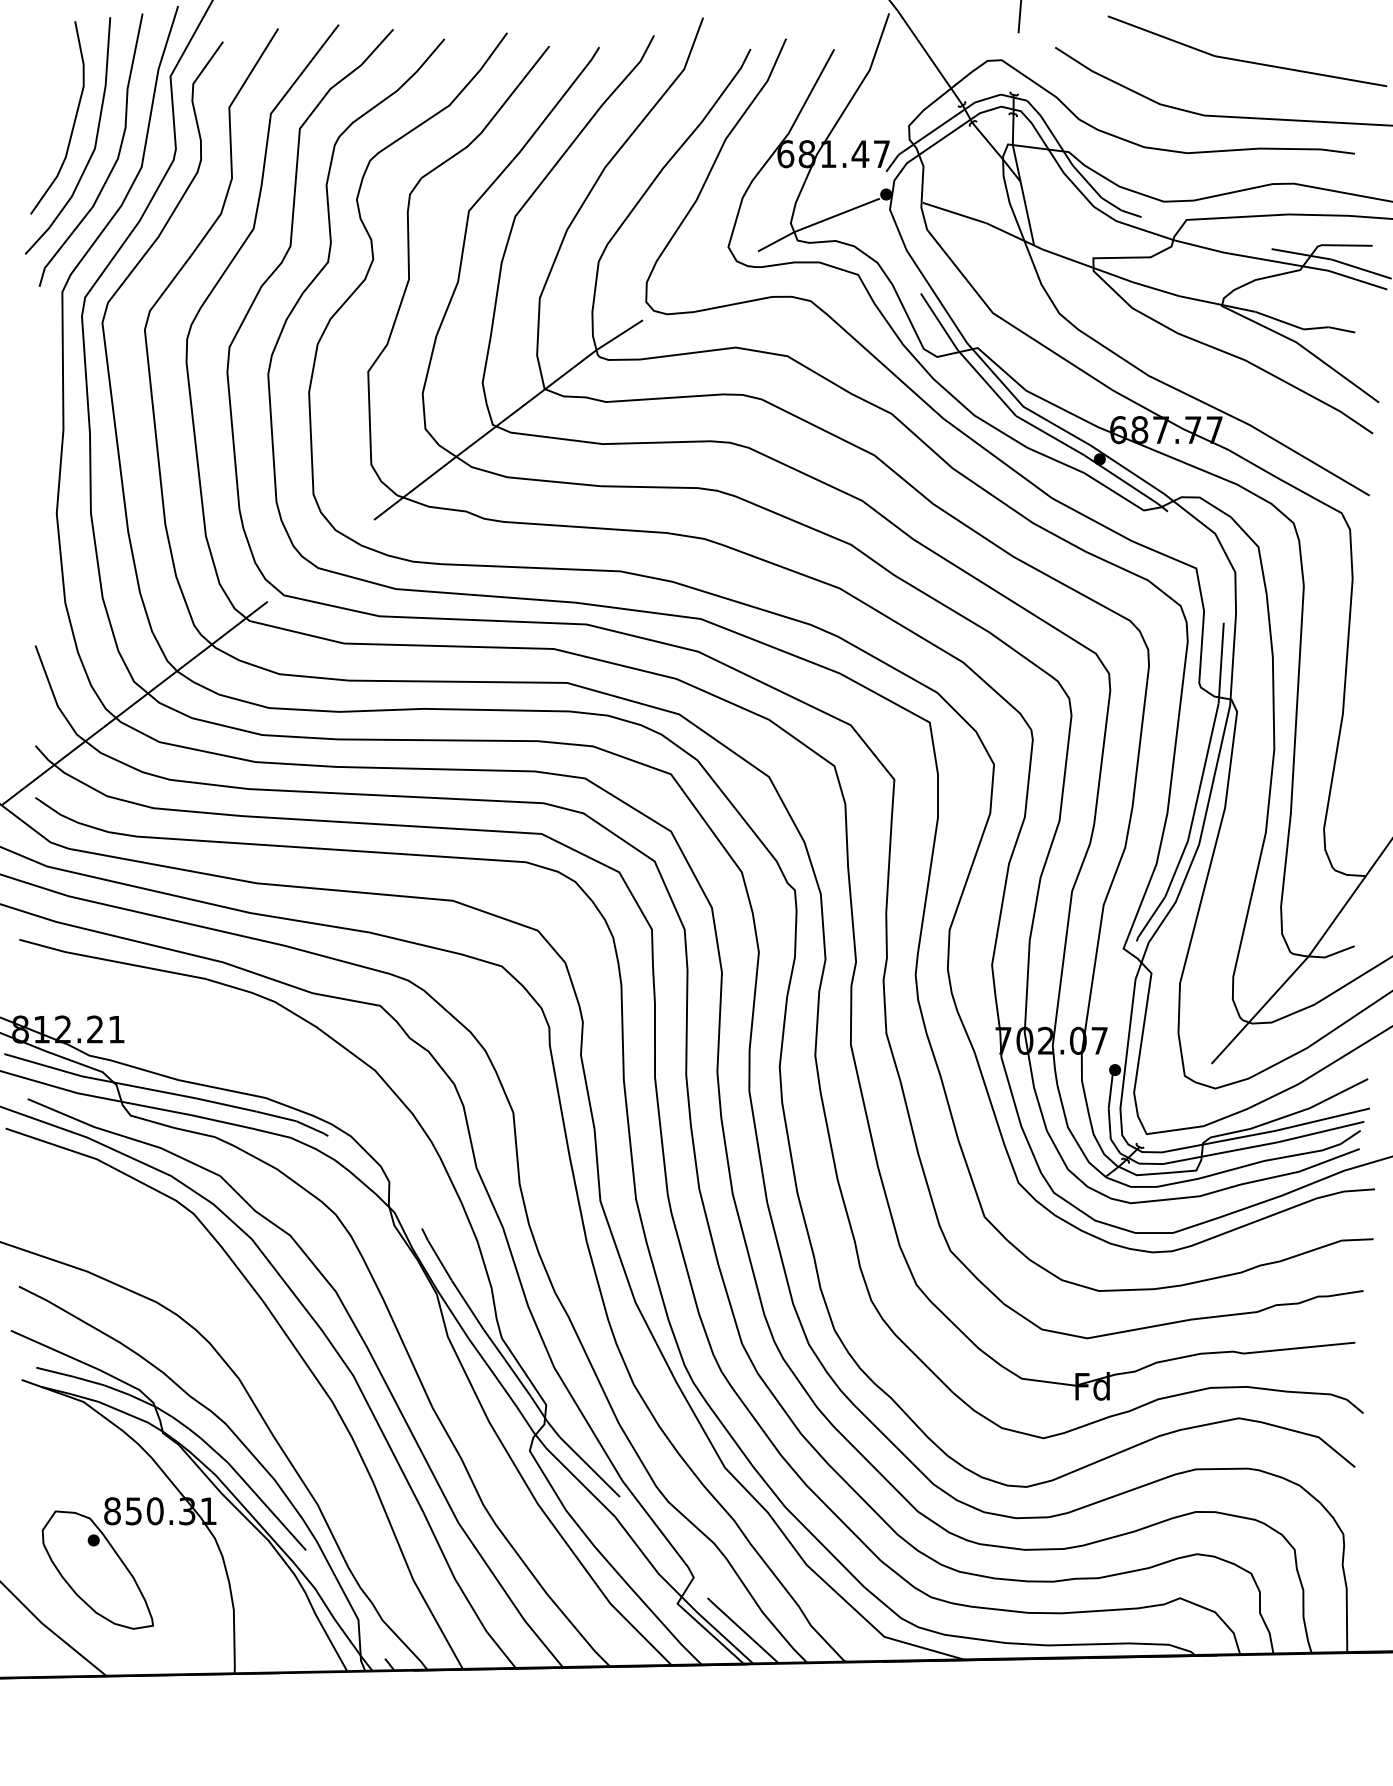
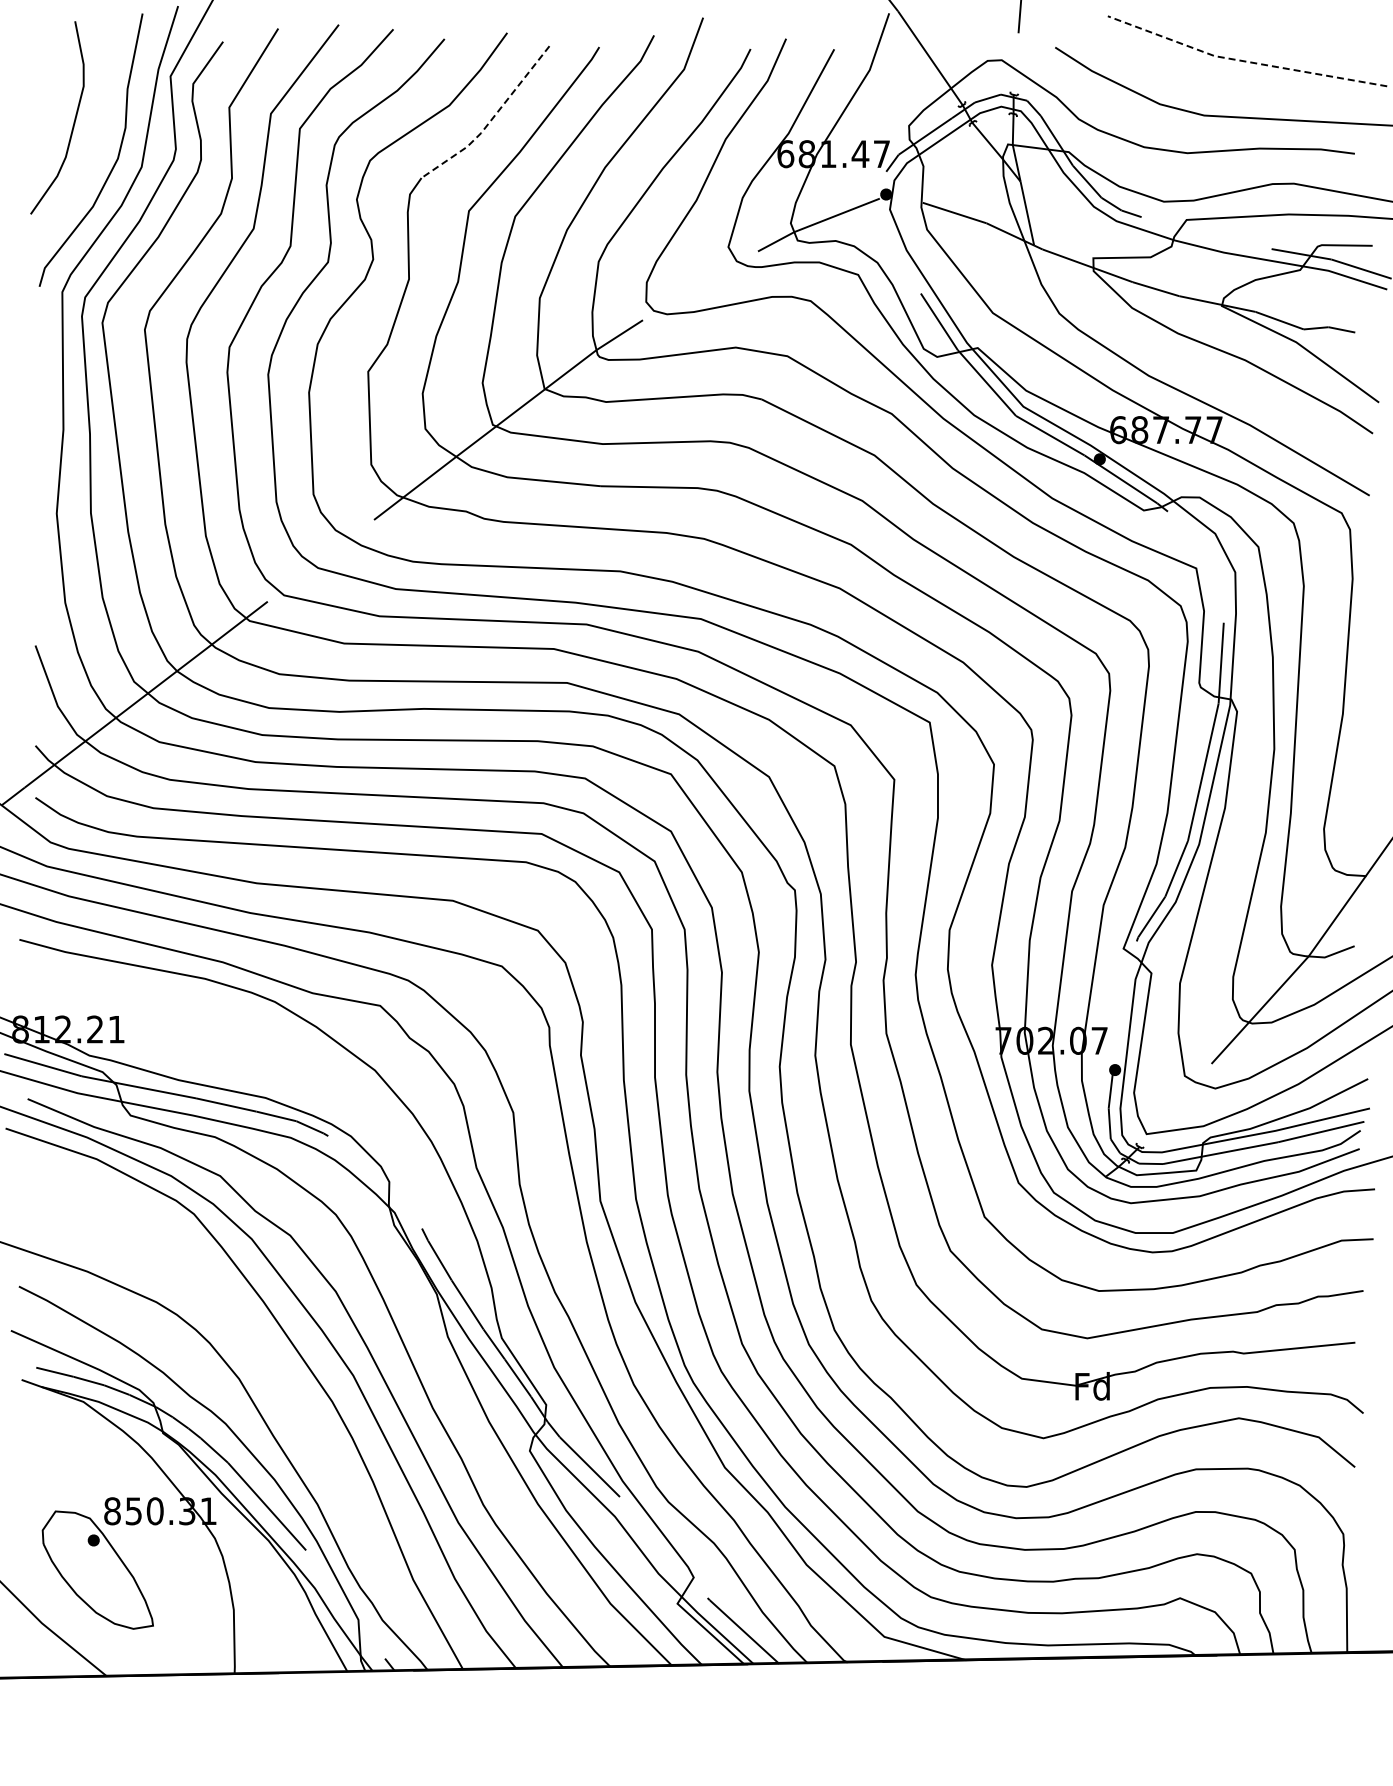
line at (1244, 61): solid -> dashed
line at (490, 120): solid -> dashed
curve at (95, 138): present -> none
